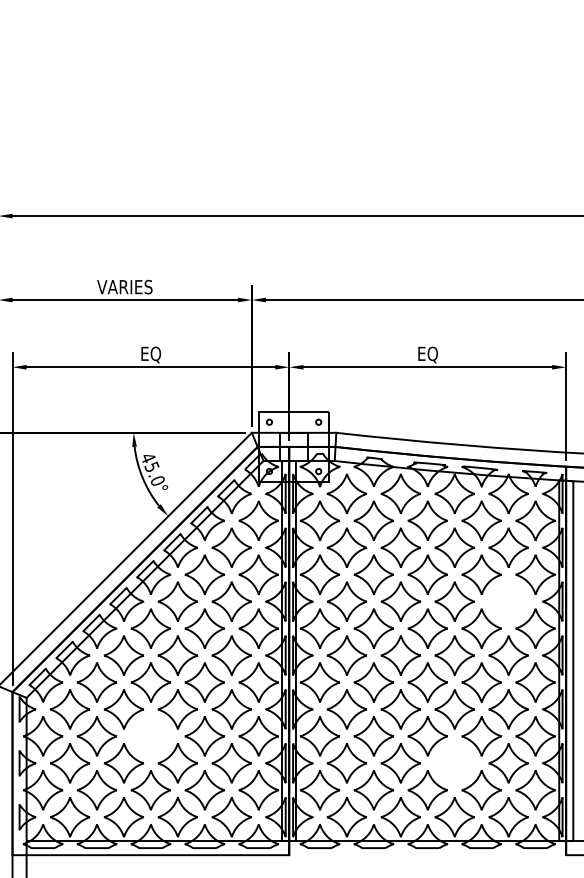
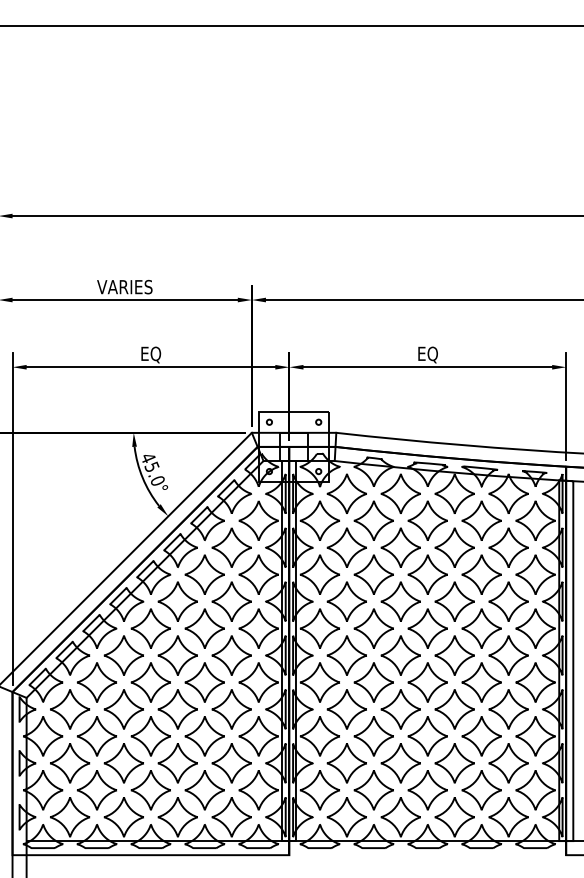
line at (291, 26): none -> present
part at (508, 601): none -> present
part at (150, 736): none -> present
part at (454, 763): none -> present
